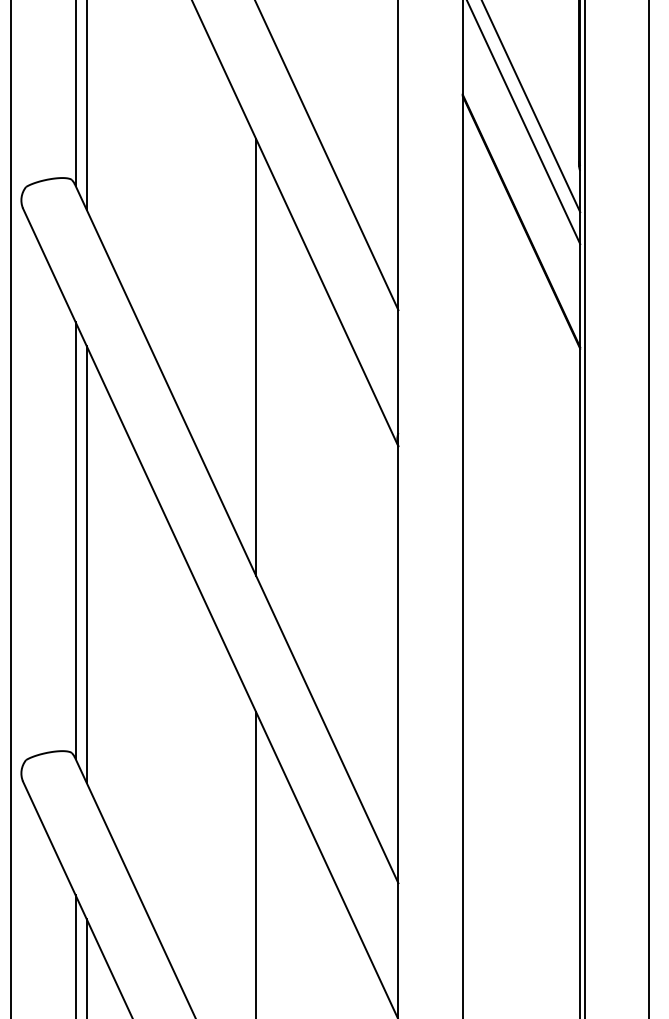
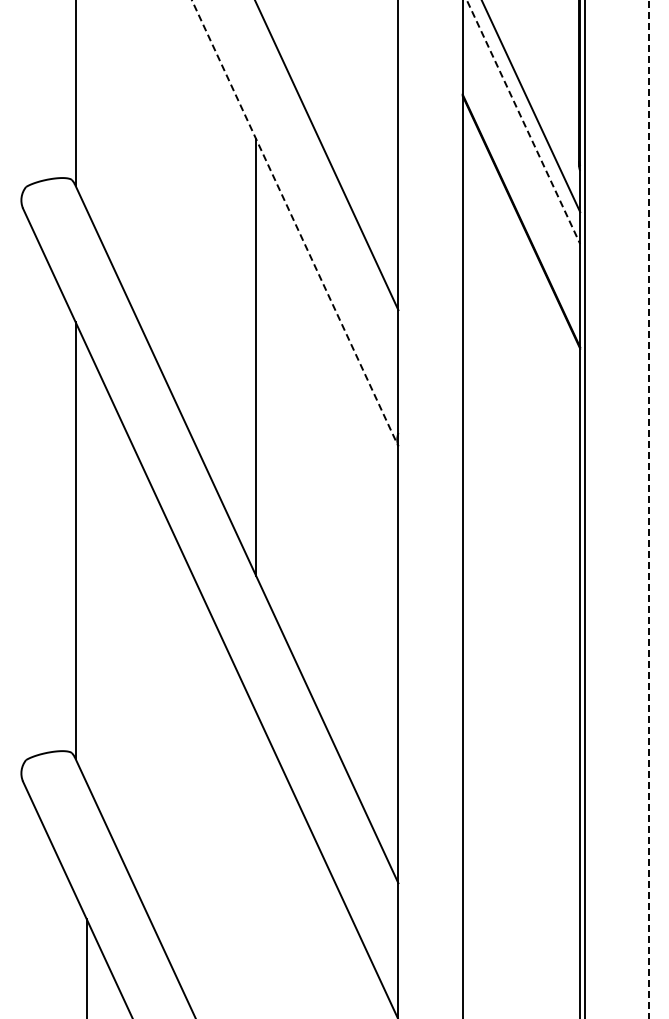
line at (86, 105): present -> none
line at (523, 122): solid -> dashed
line at (295, 223): solid -> dashed
line at (11, 508): present -> none
line at (648, 509): solid -> dashed
line at (86, 563): present -> none
line at (256, 863): present -> none
line at (75, 955): present -> none
